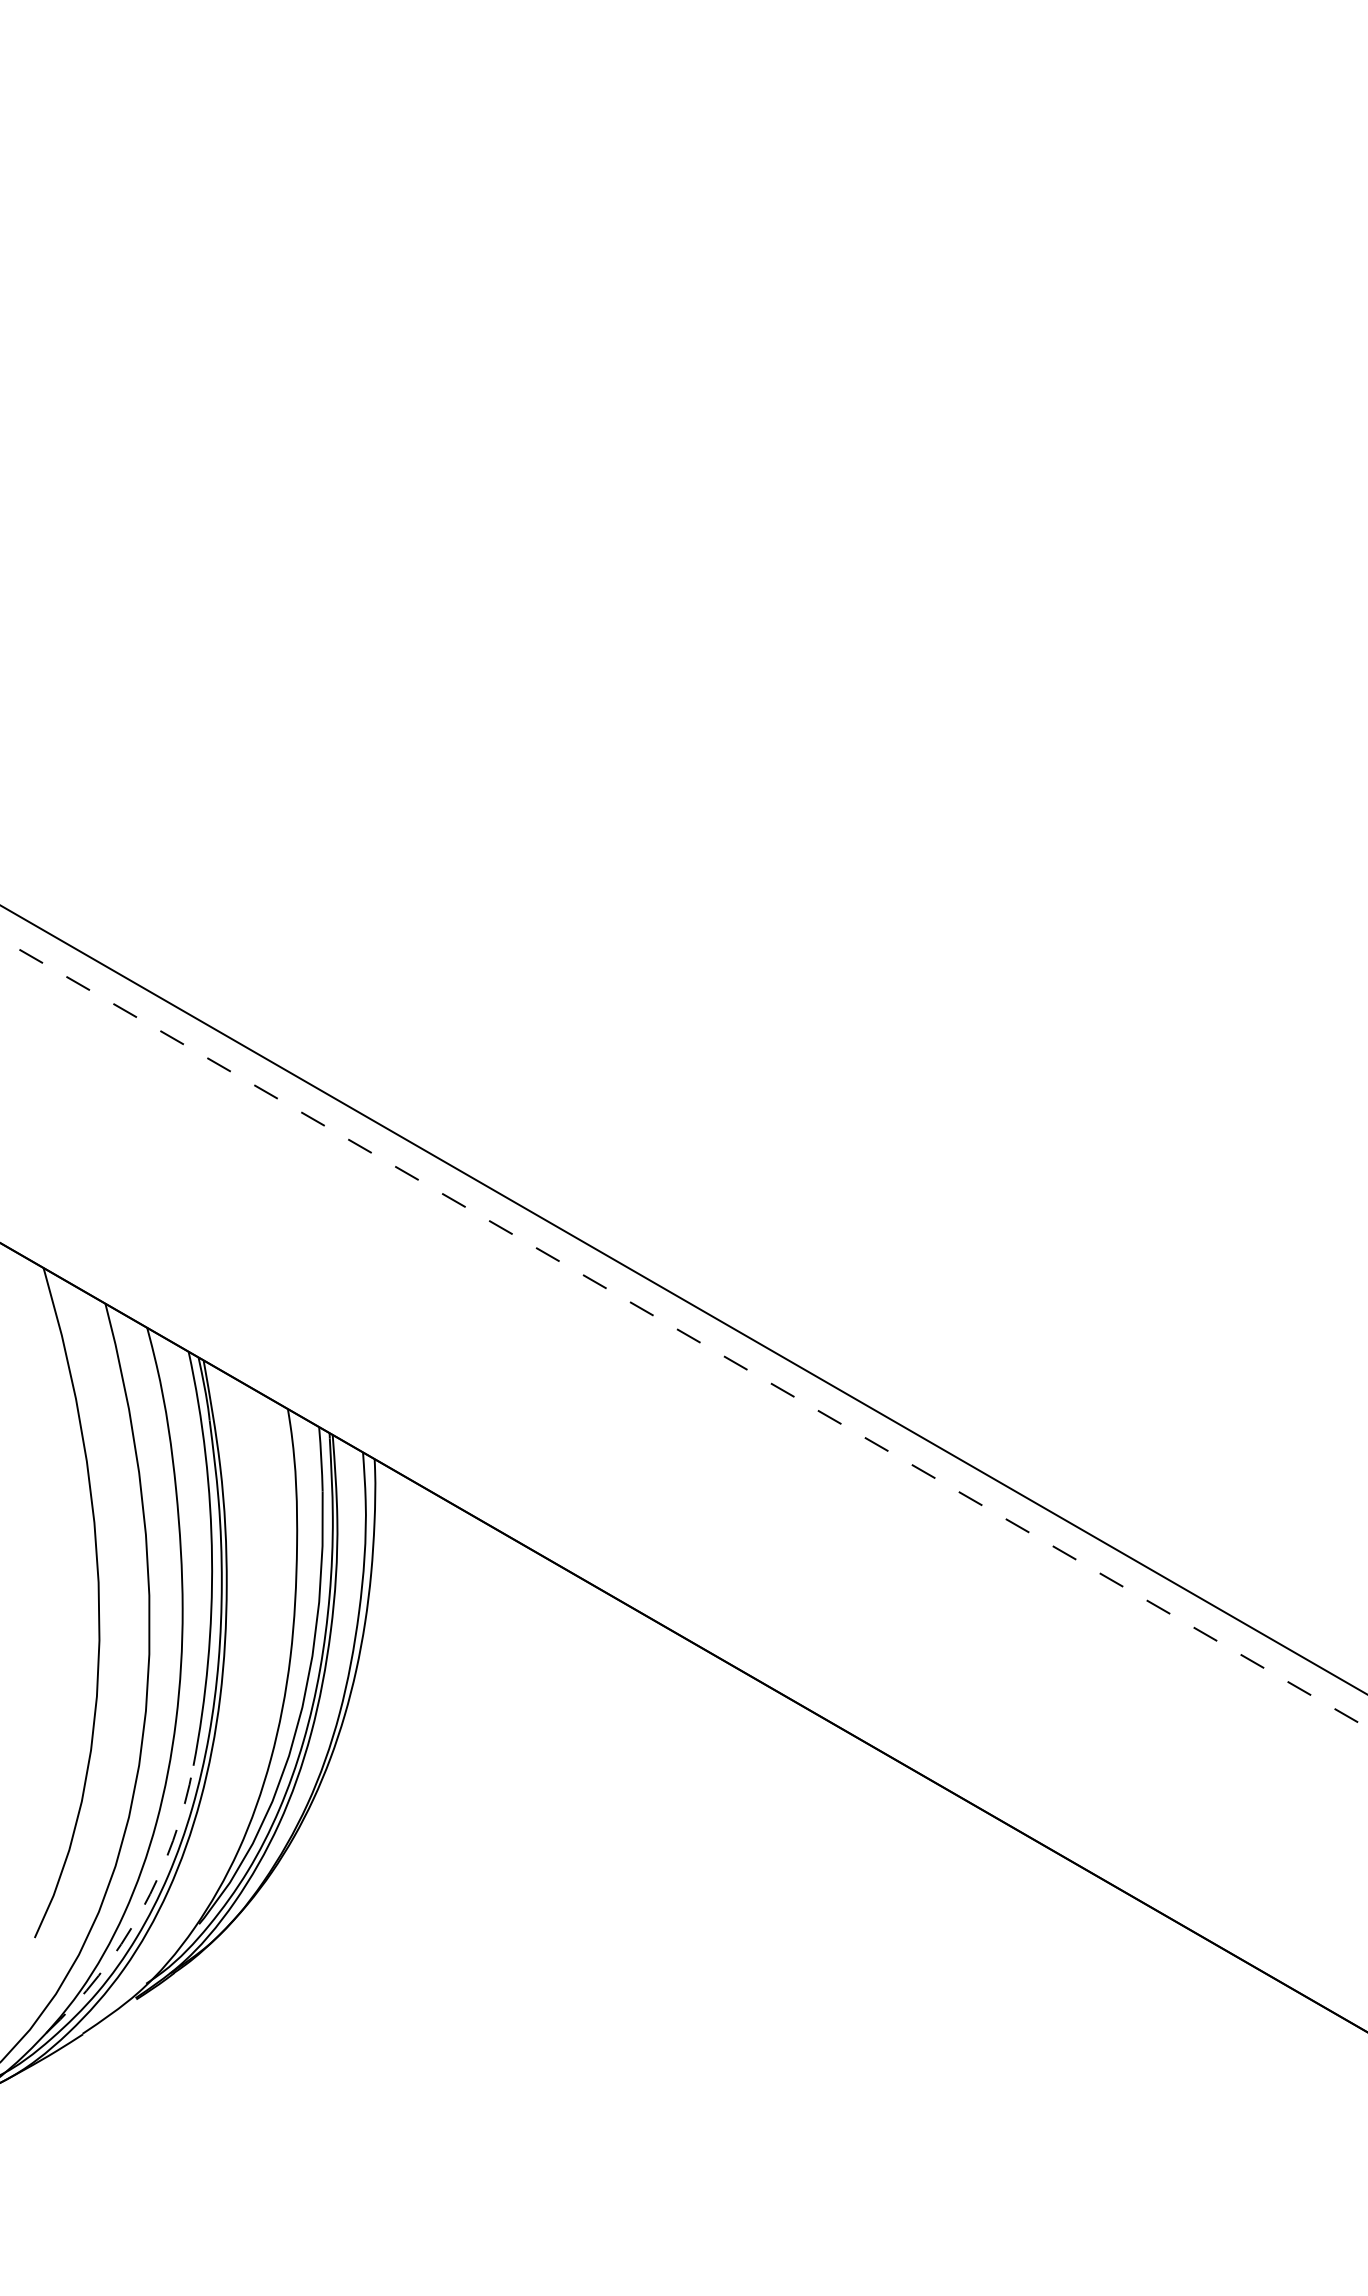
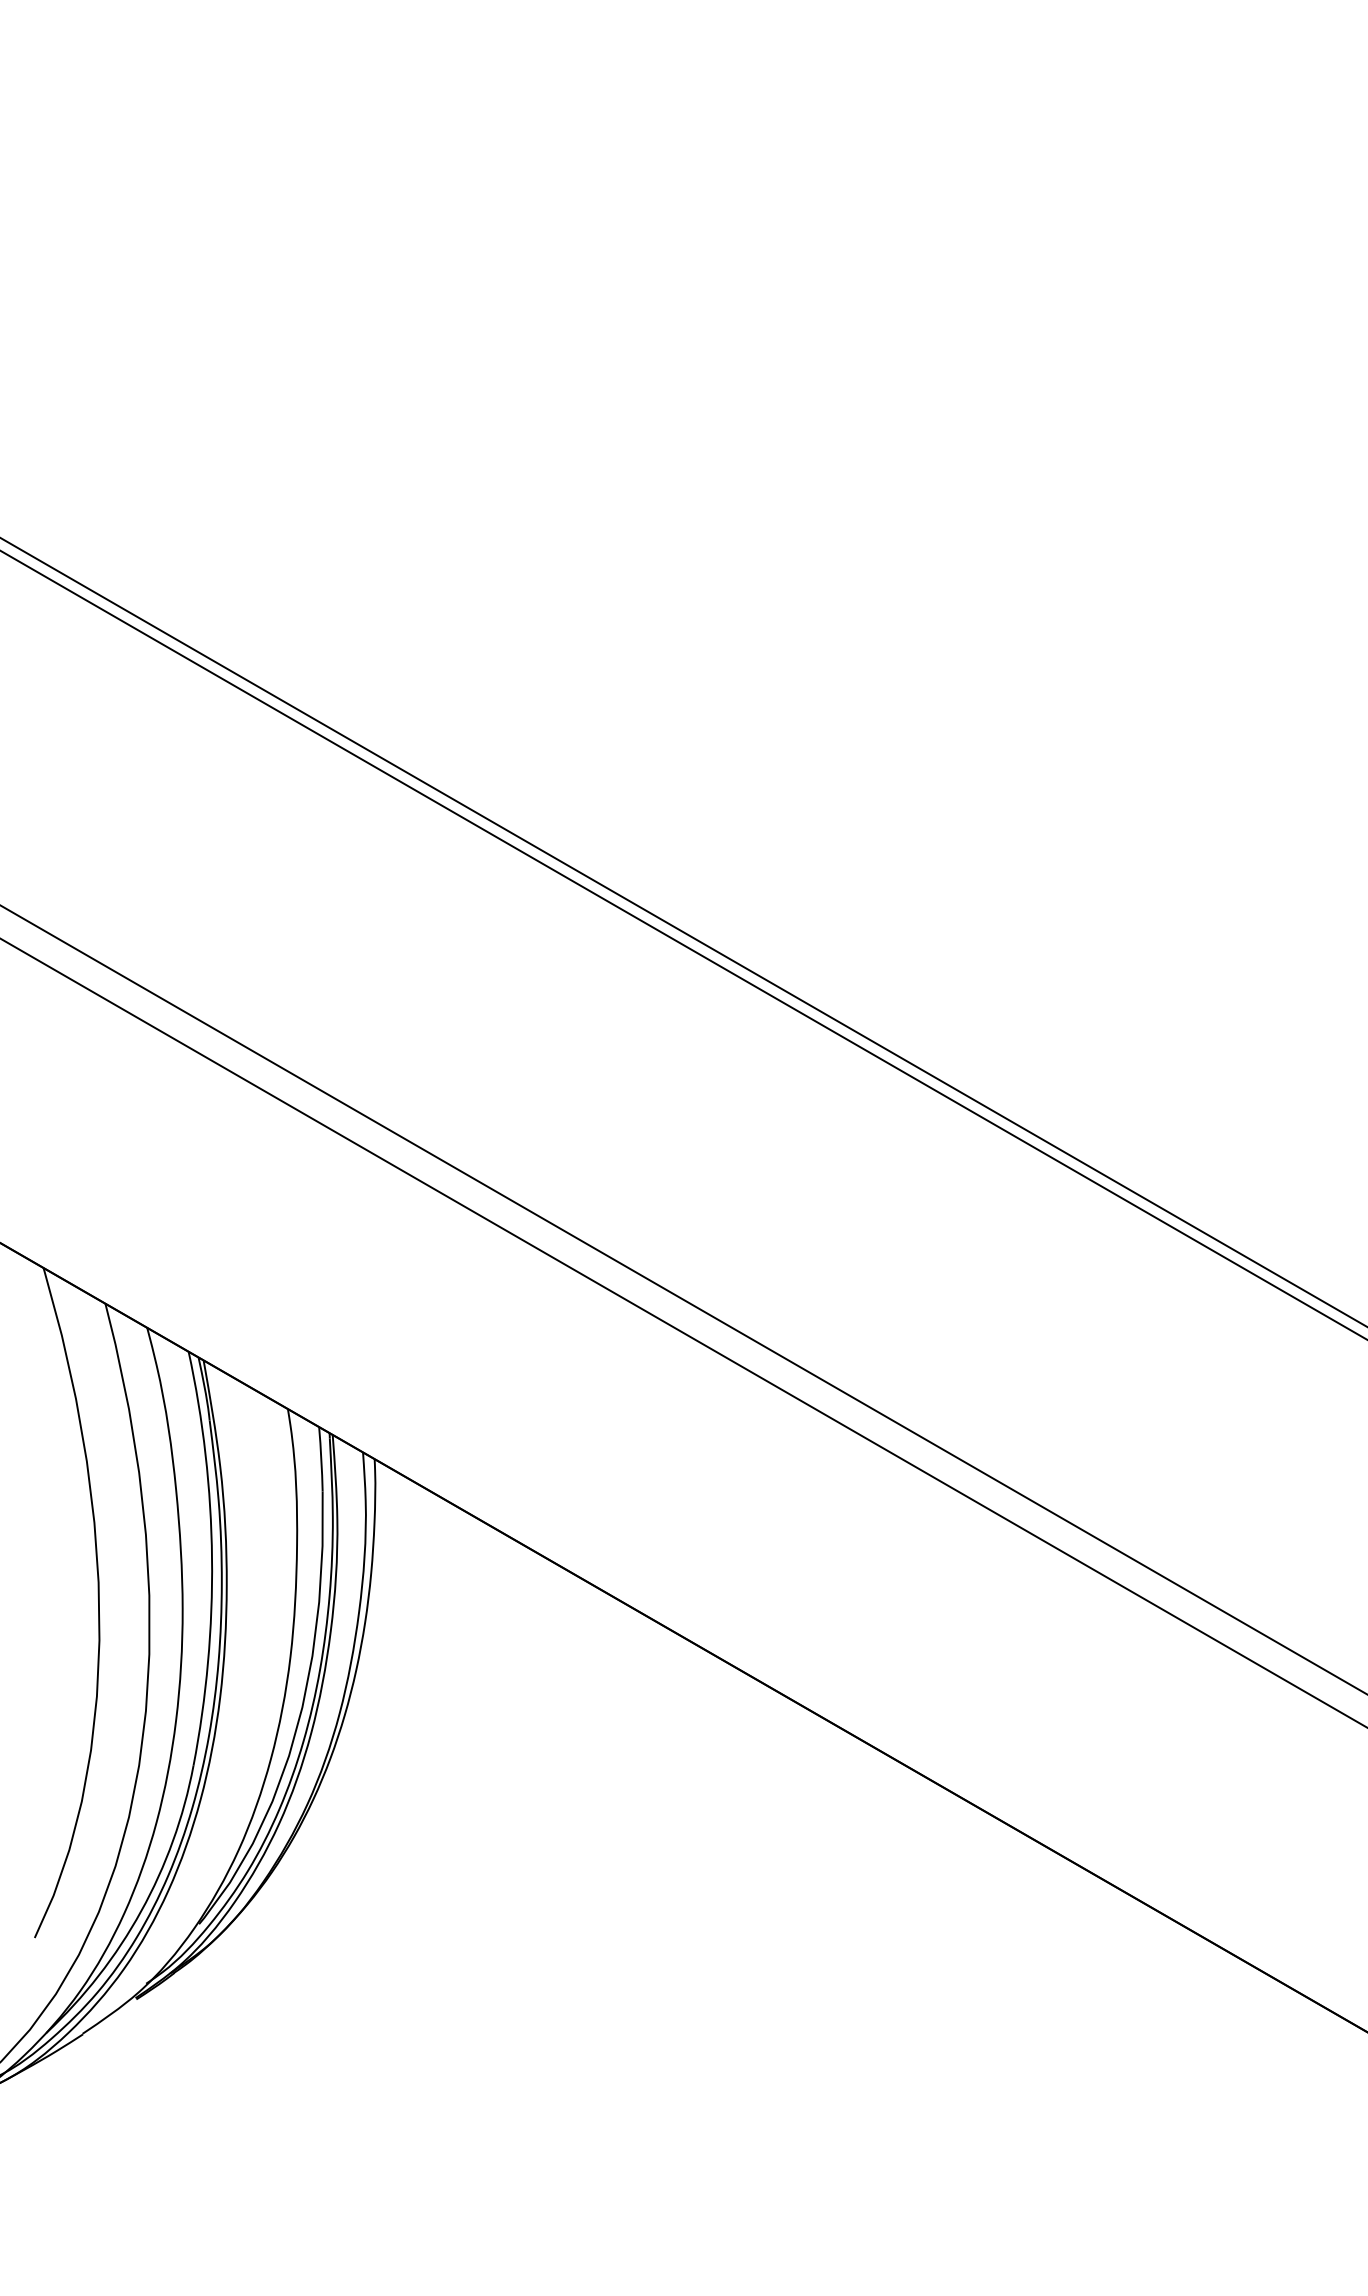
line at (683, 932): none -> present
line at (683, 944): none -> present
line at (683, 1332): dashed -> solid
arc at (141, 1911): dashed -> solid
